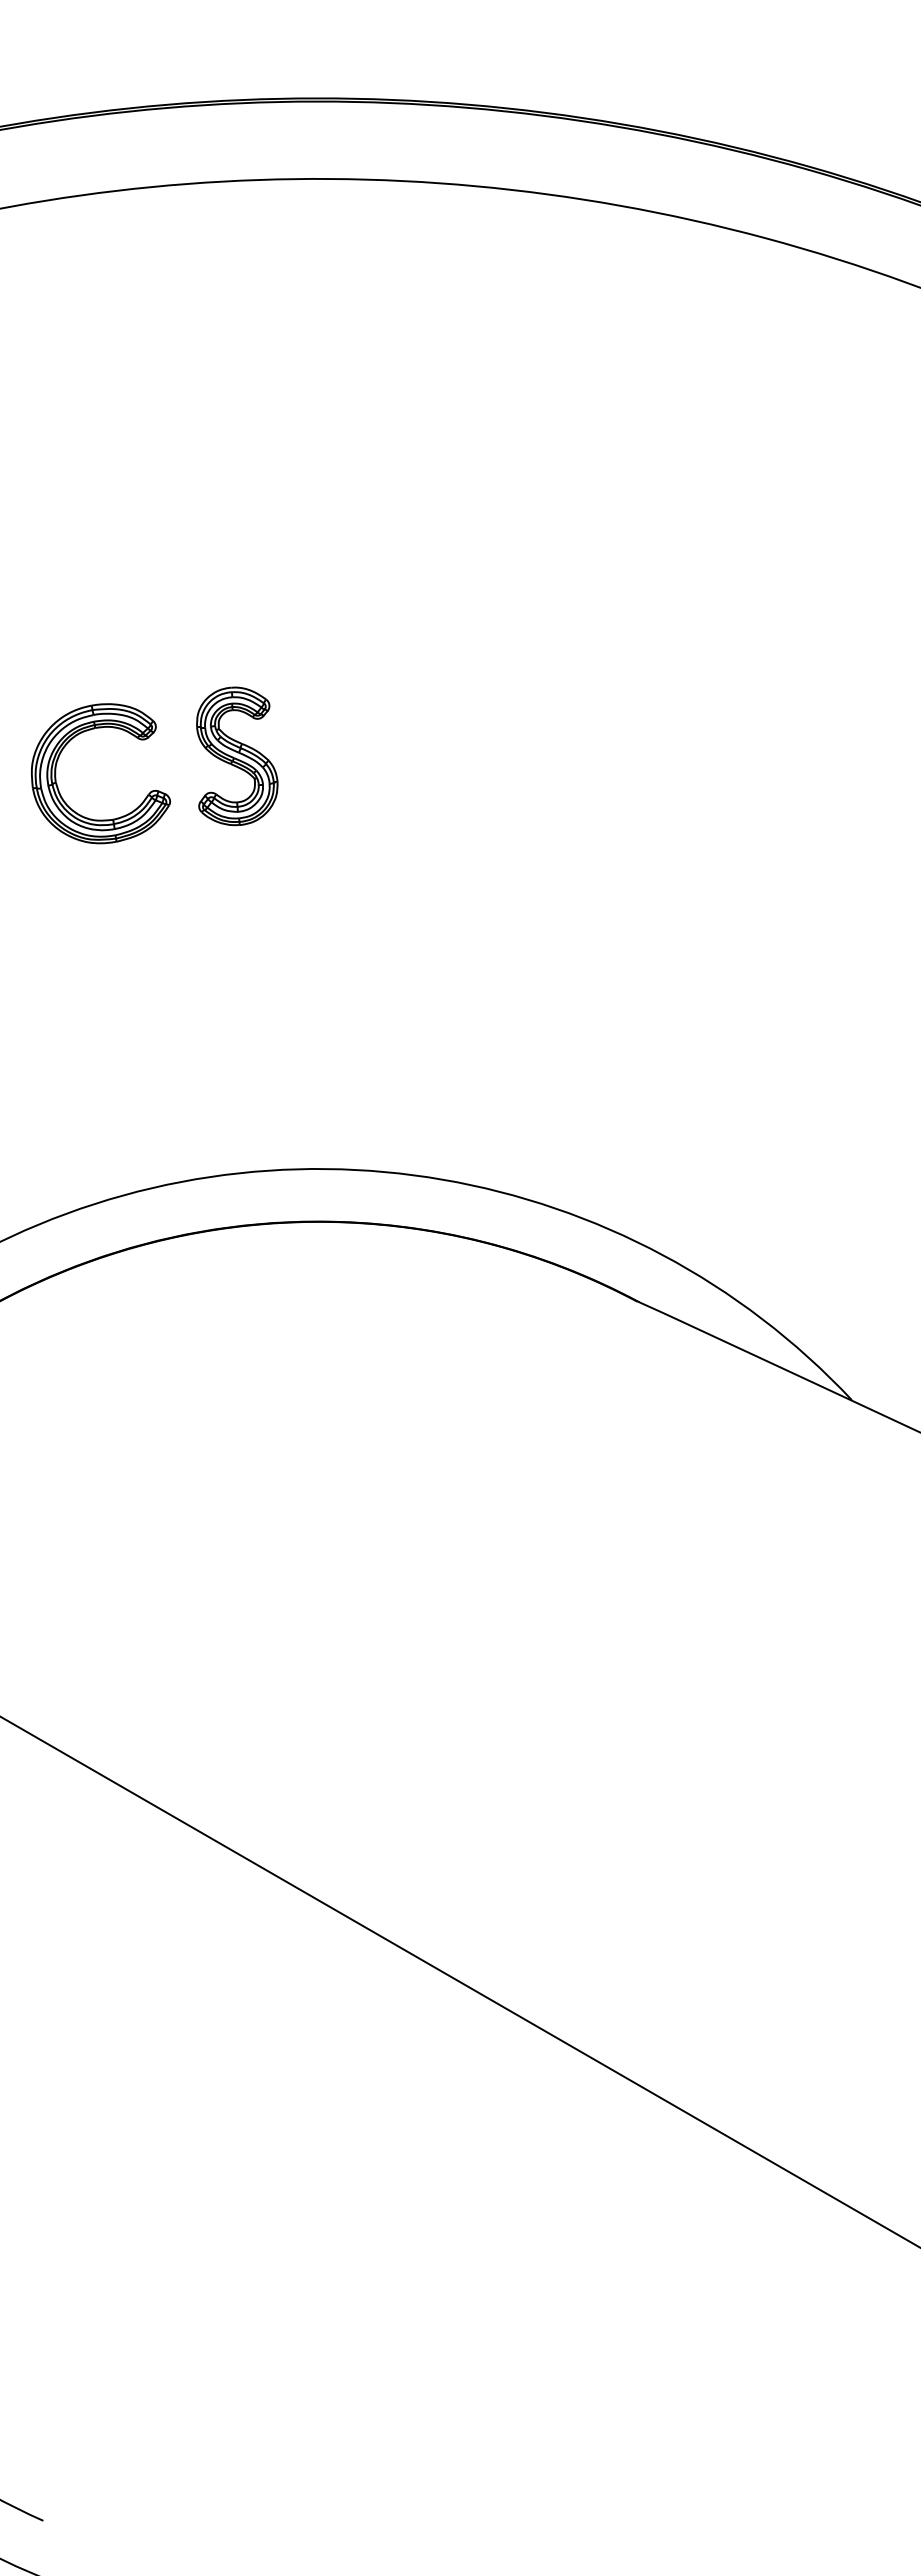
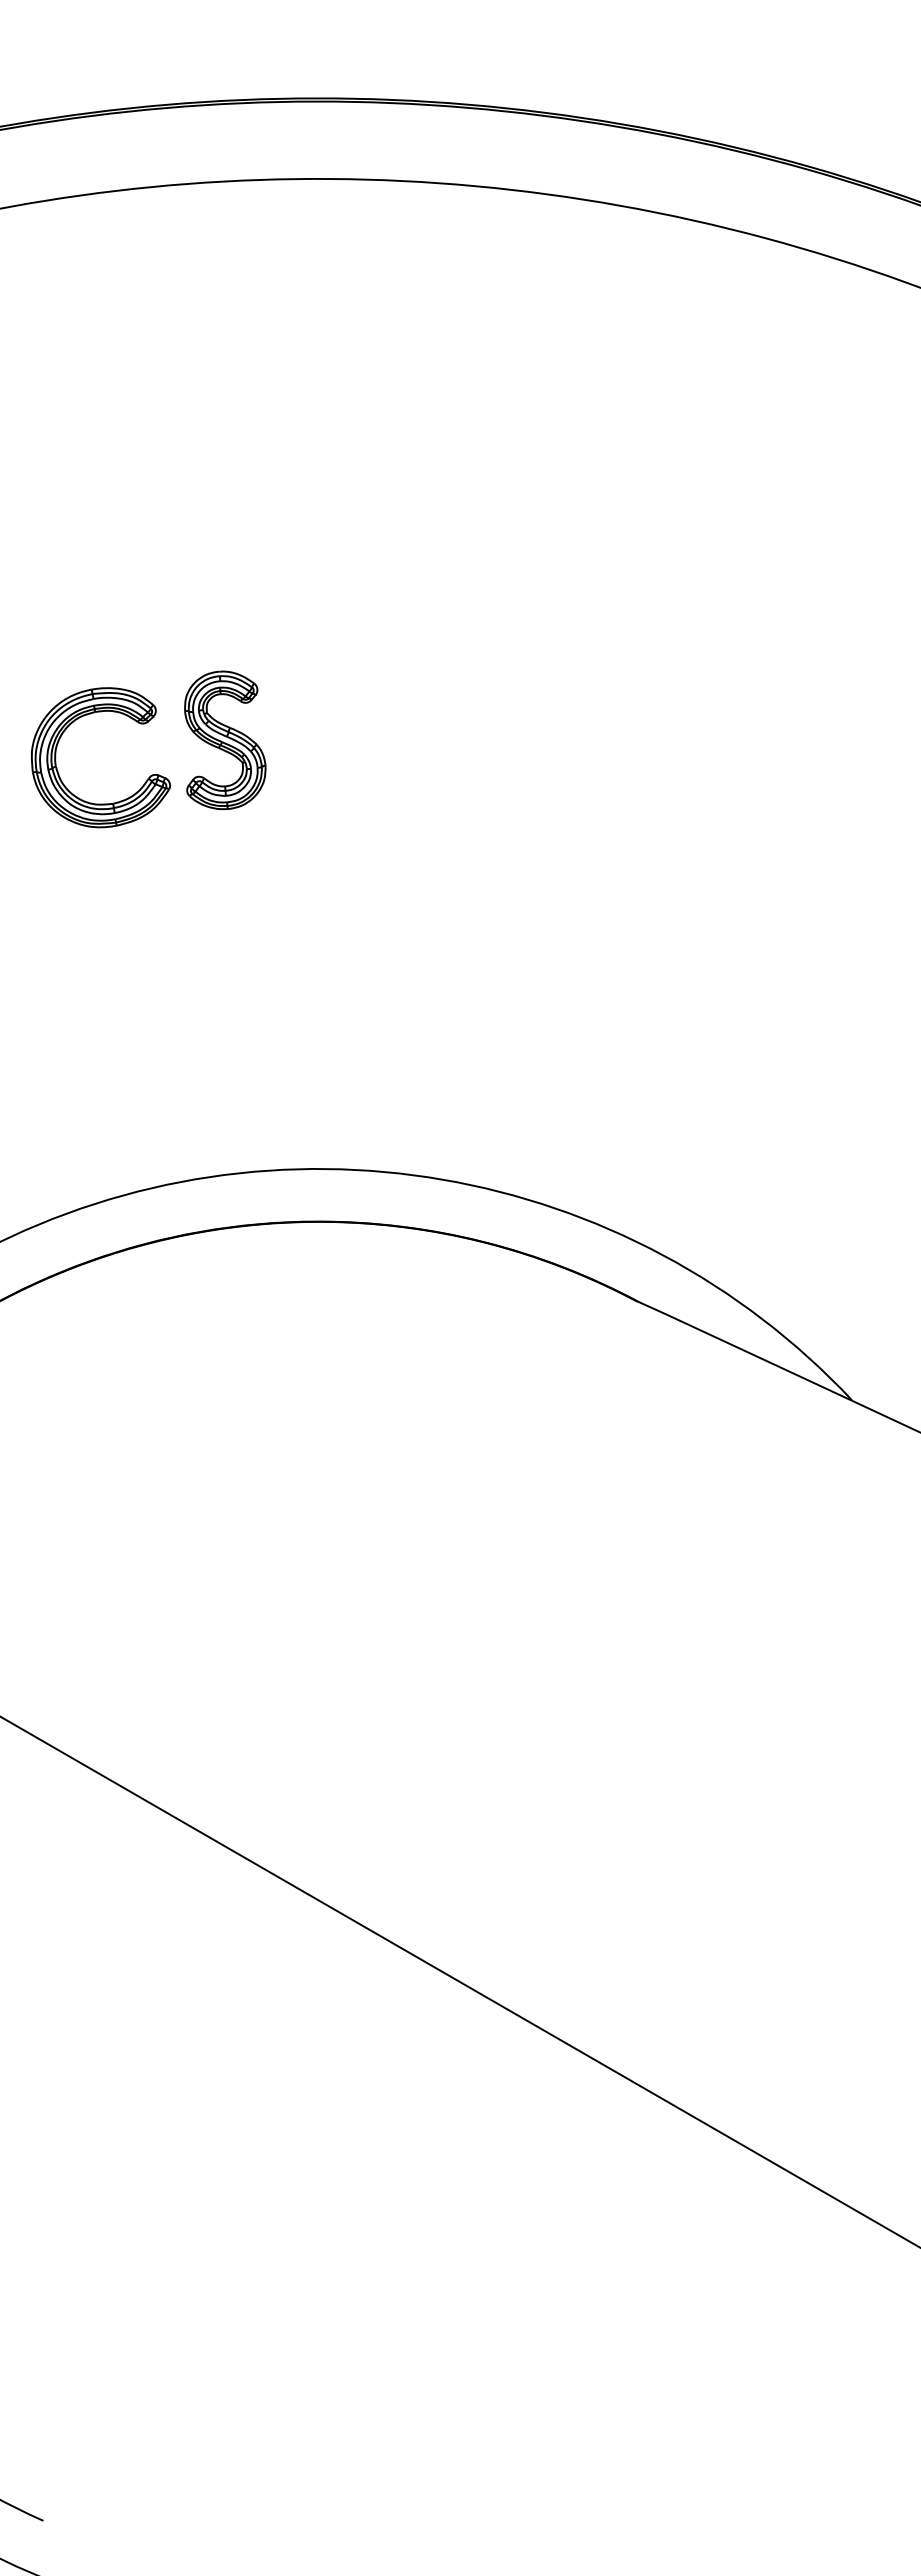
part at (87, 731) position: (87, 731) -> (87, 715)
part at (237, 756) position: (237, 756) -> (225, 740)
